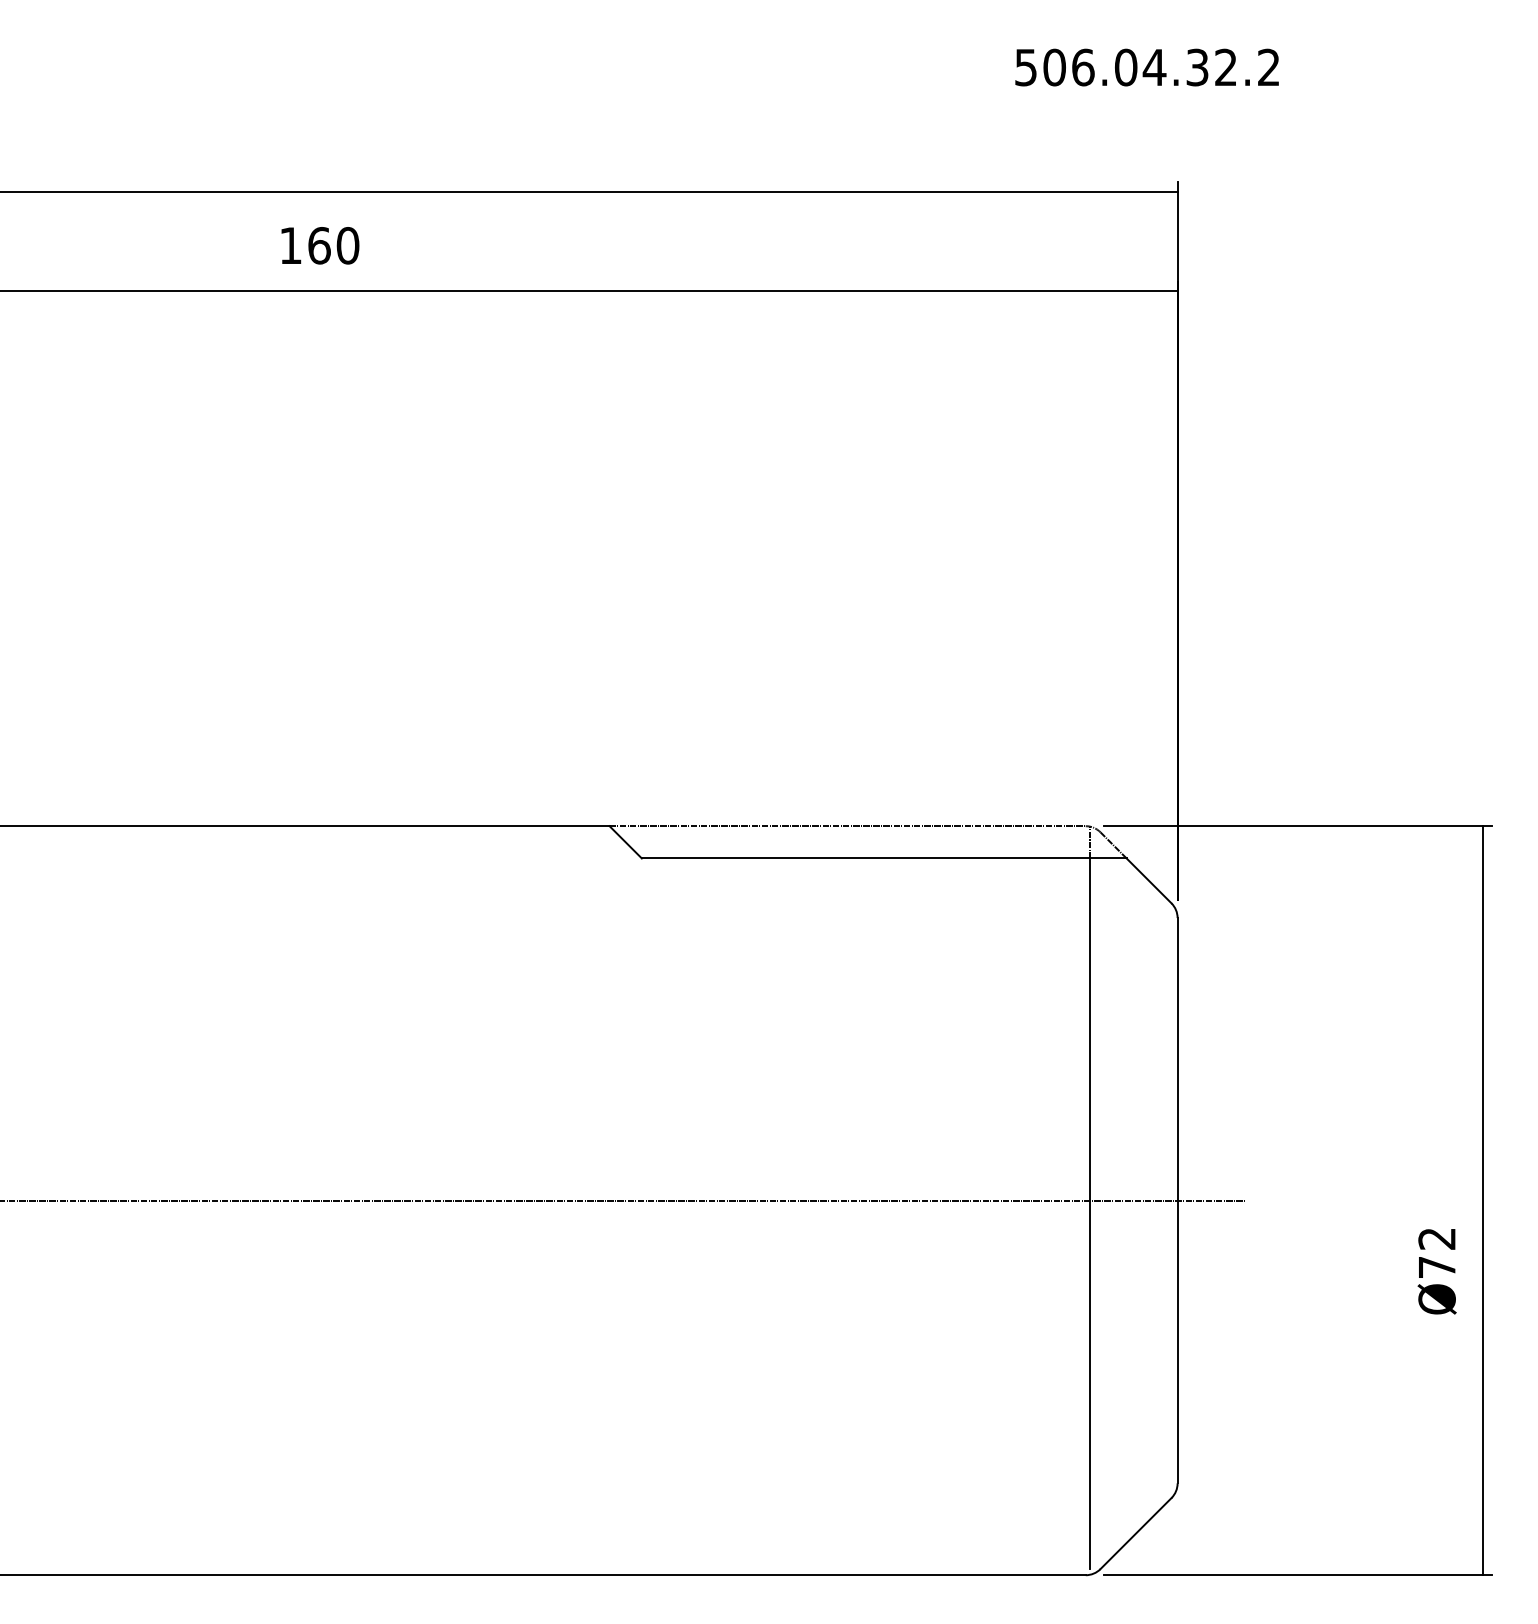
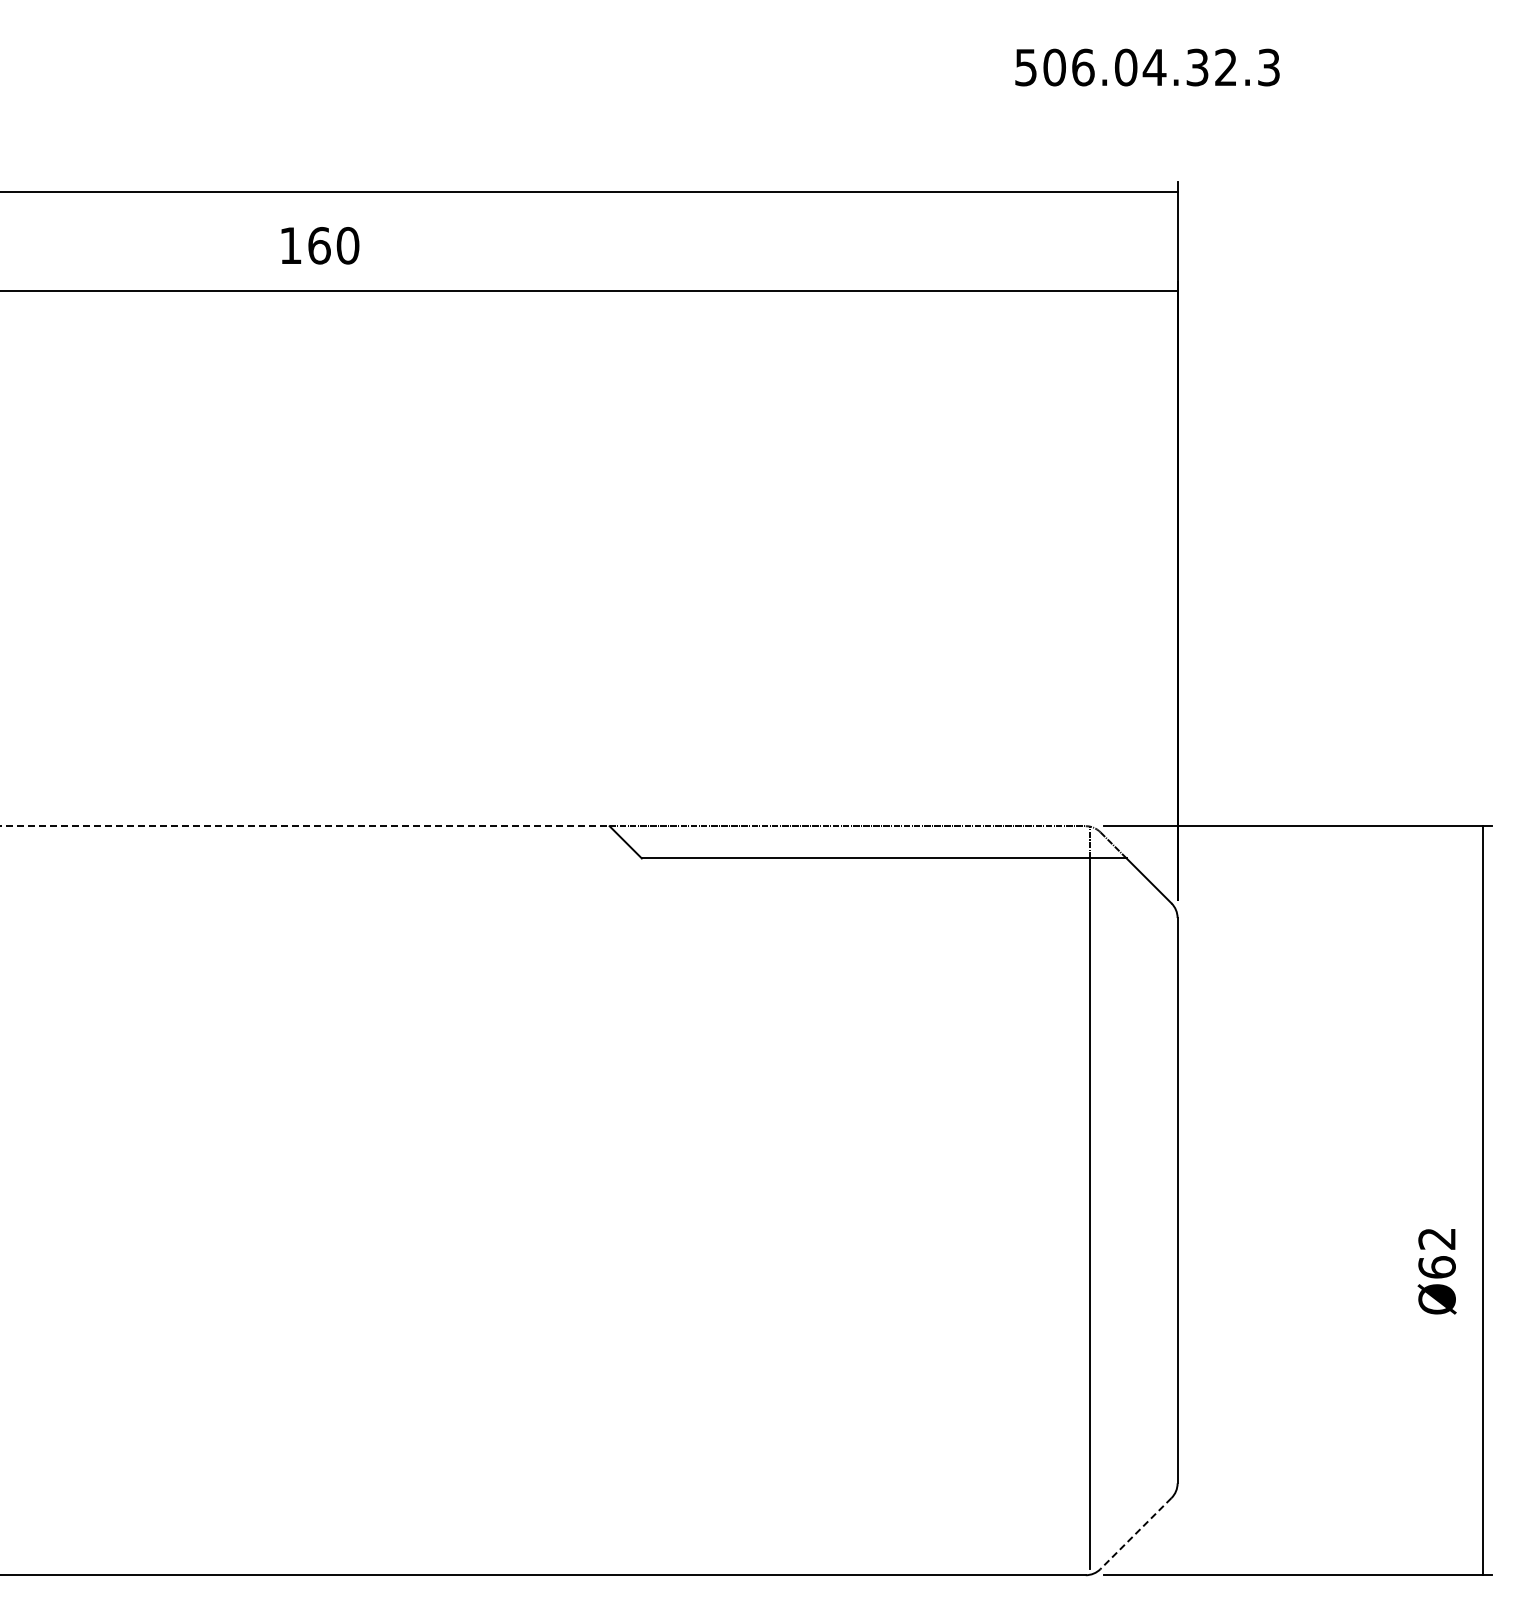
text at (1268, 67): 506.04.32.2 -> 506.04.32.3
line at (305, 826): solid -> dashed
line at (623, 1200): present -> none
text at (1436, 1267): Ø72 -> Ø62
line at (1135, 1533): solid -> dashed
